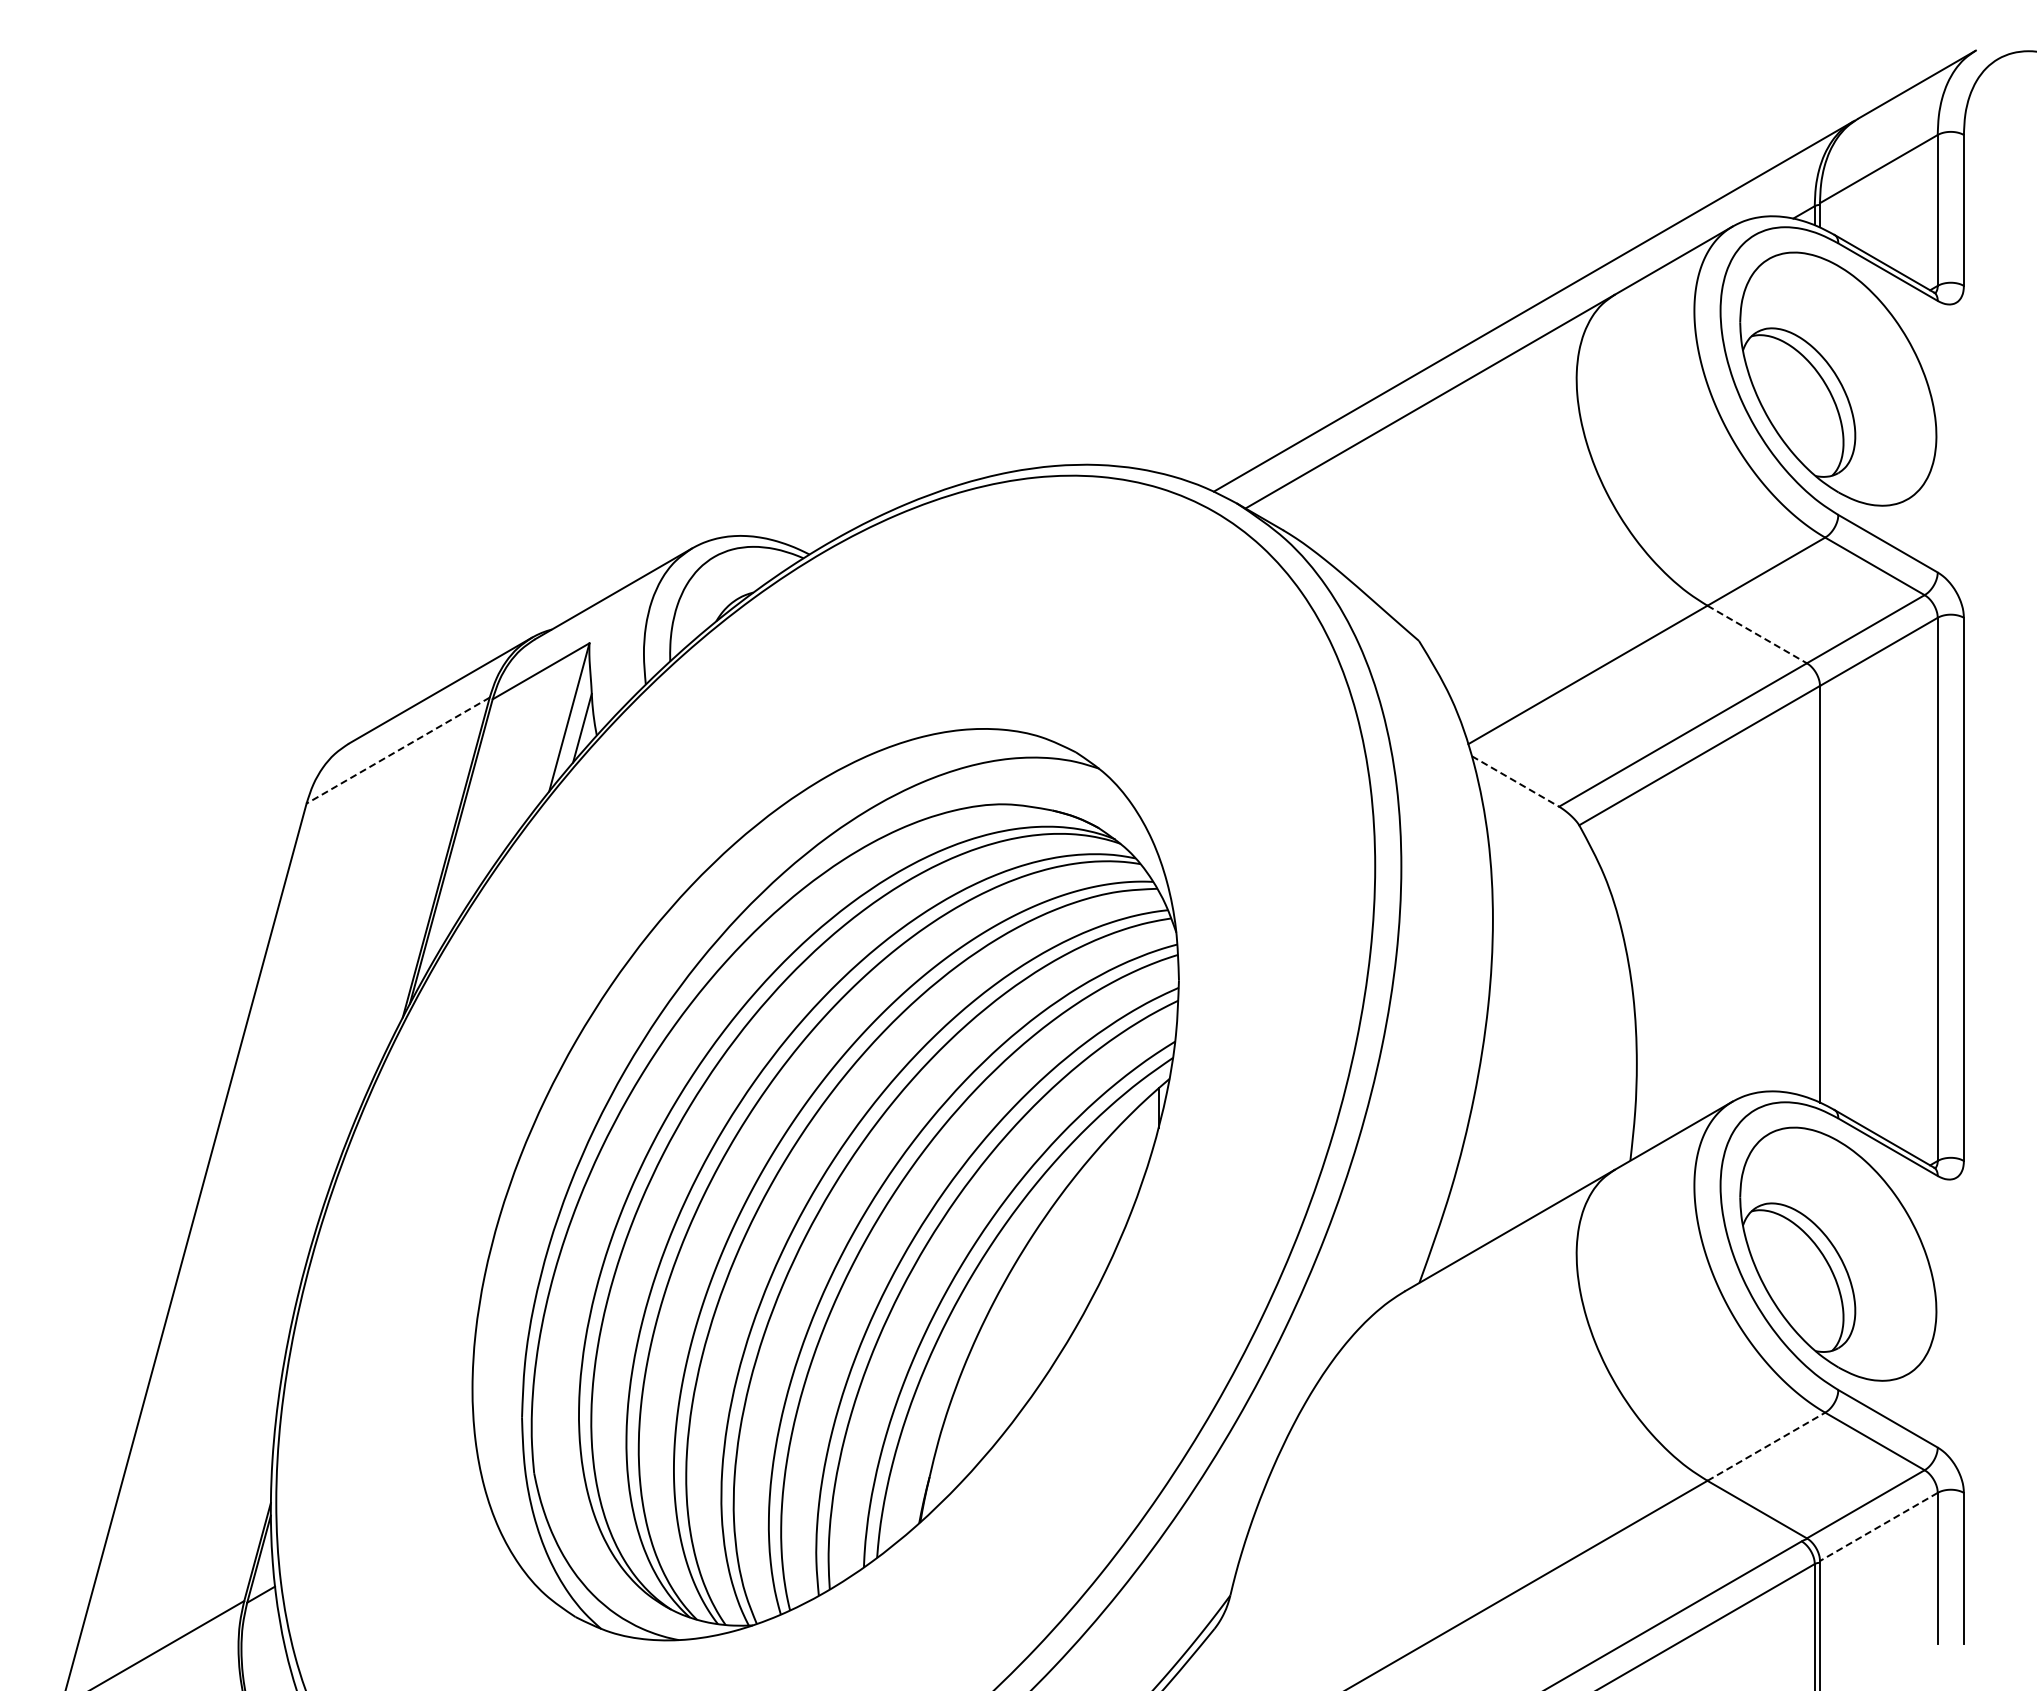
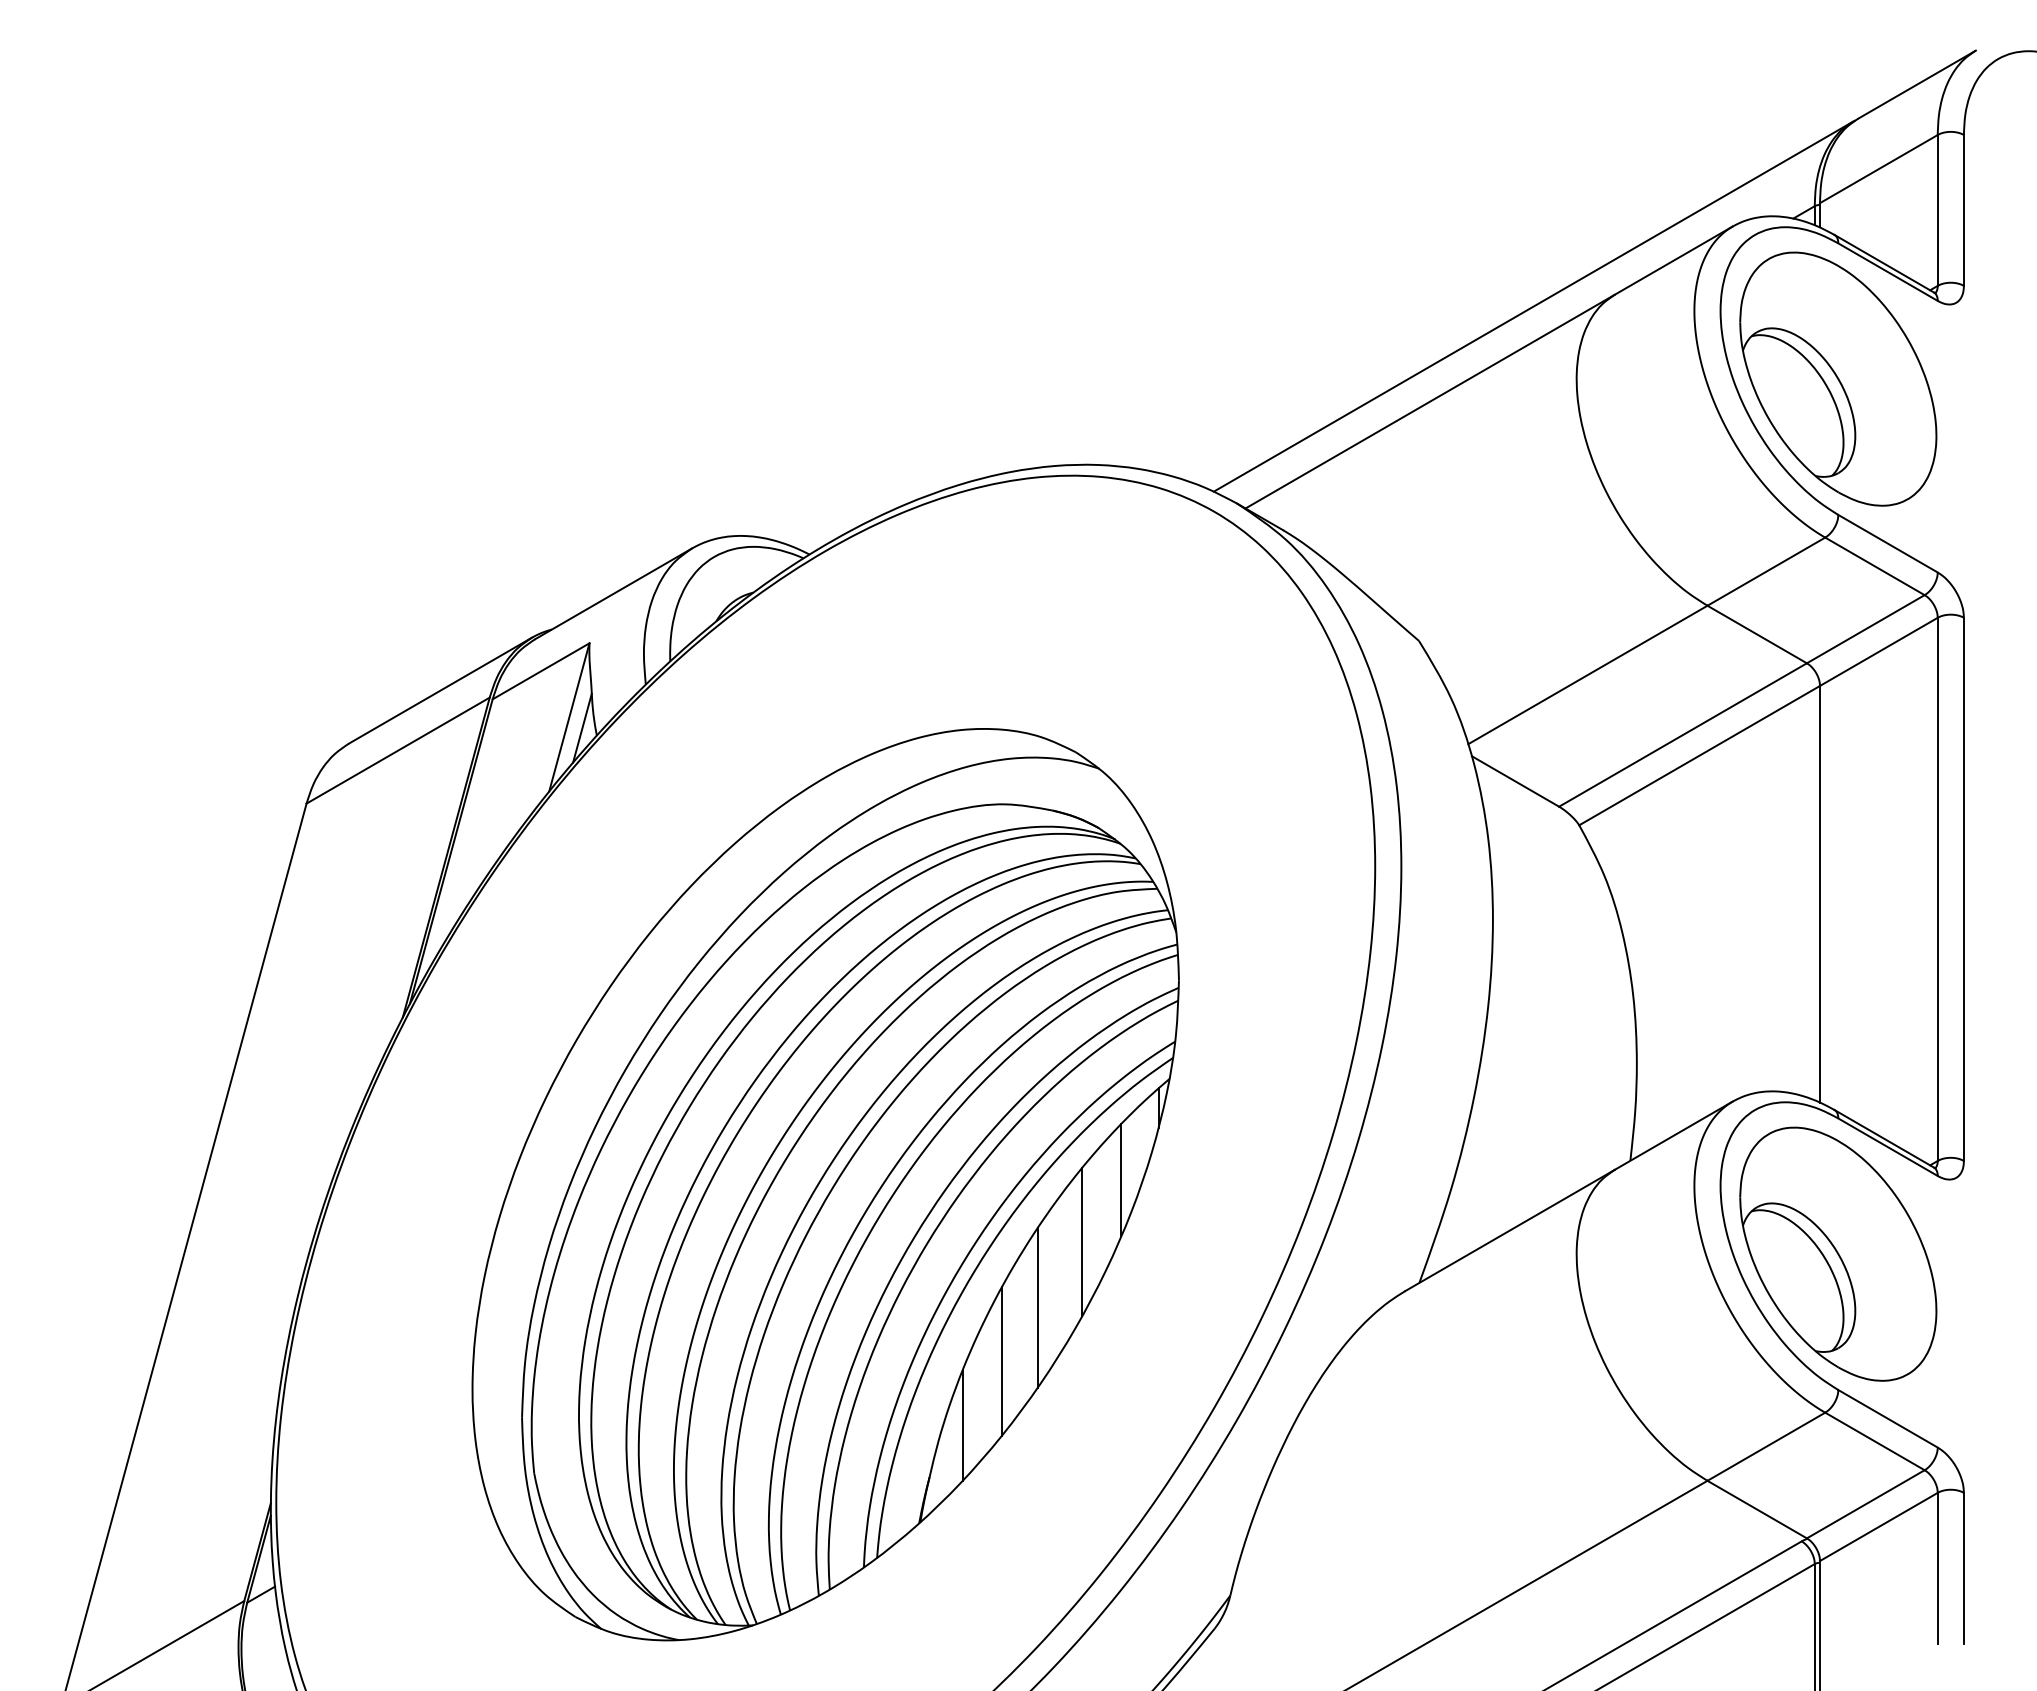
line at (1757, 634): dashed -> solid
line at (398, 750): dashed -> solid
line at (1515, 781): dashed -> solid
line at (1121, 1179): none -> present
line at (1082, 1241): none -> present
line at (1037, 1308): none -> present
line at (1002, 1360): none -> present
line at (962, 1424): none -> present
line at (1766, 1446): dashed -> solid
line at (1878, 1527): dashed -> solid
